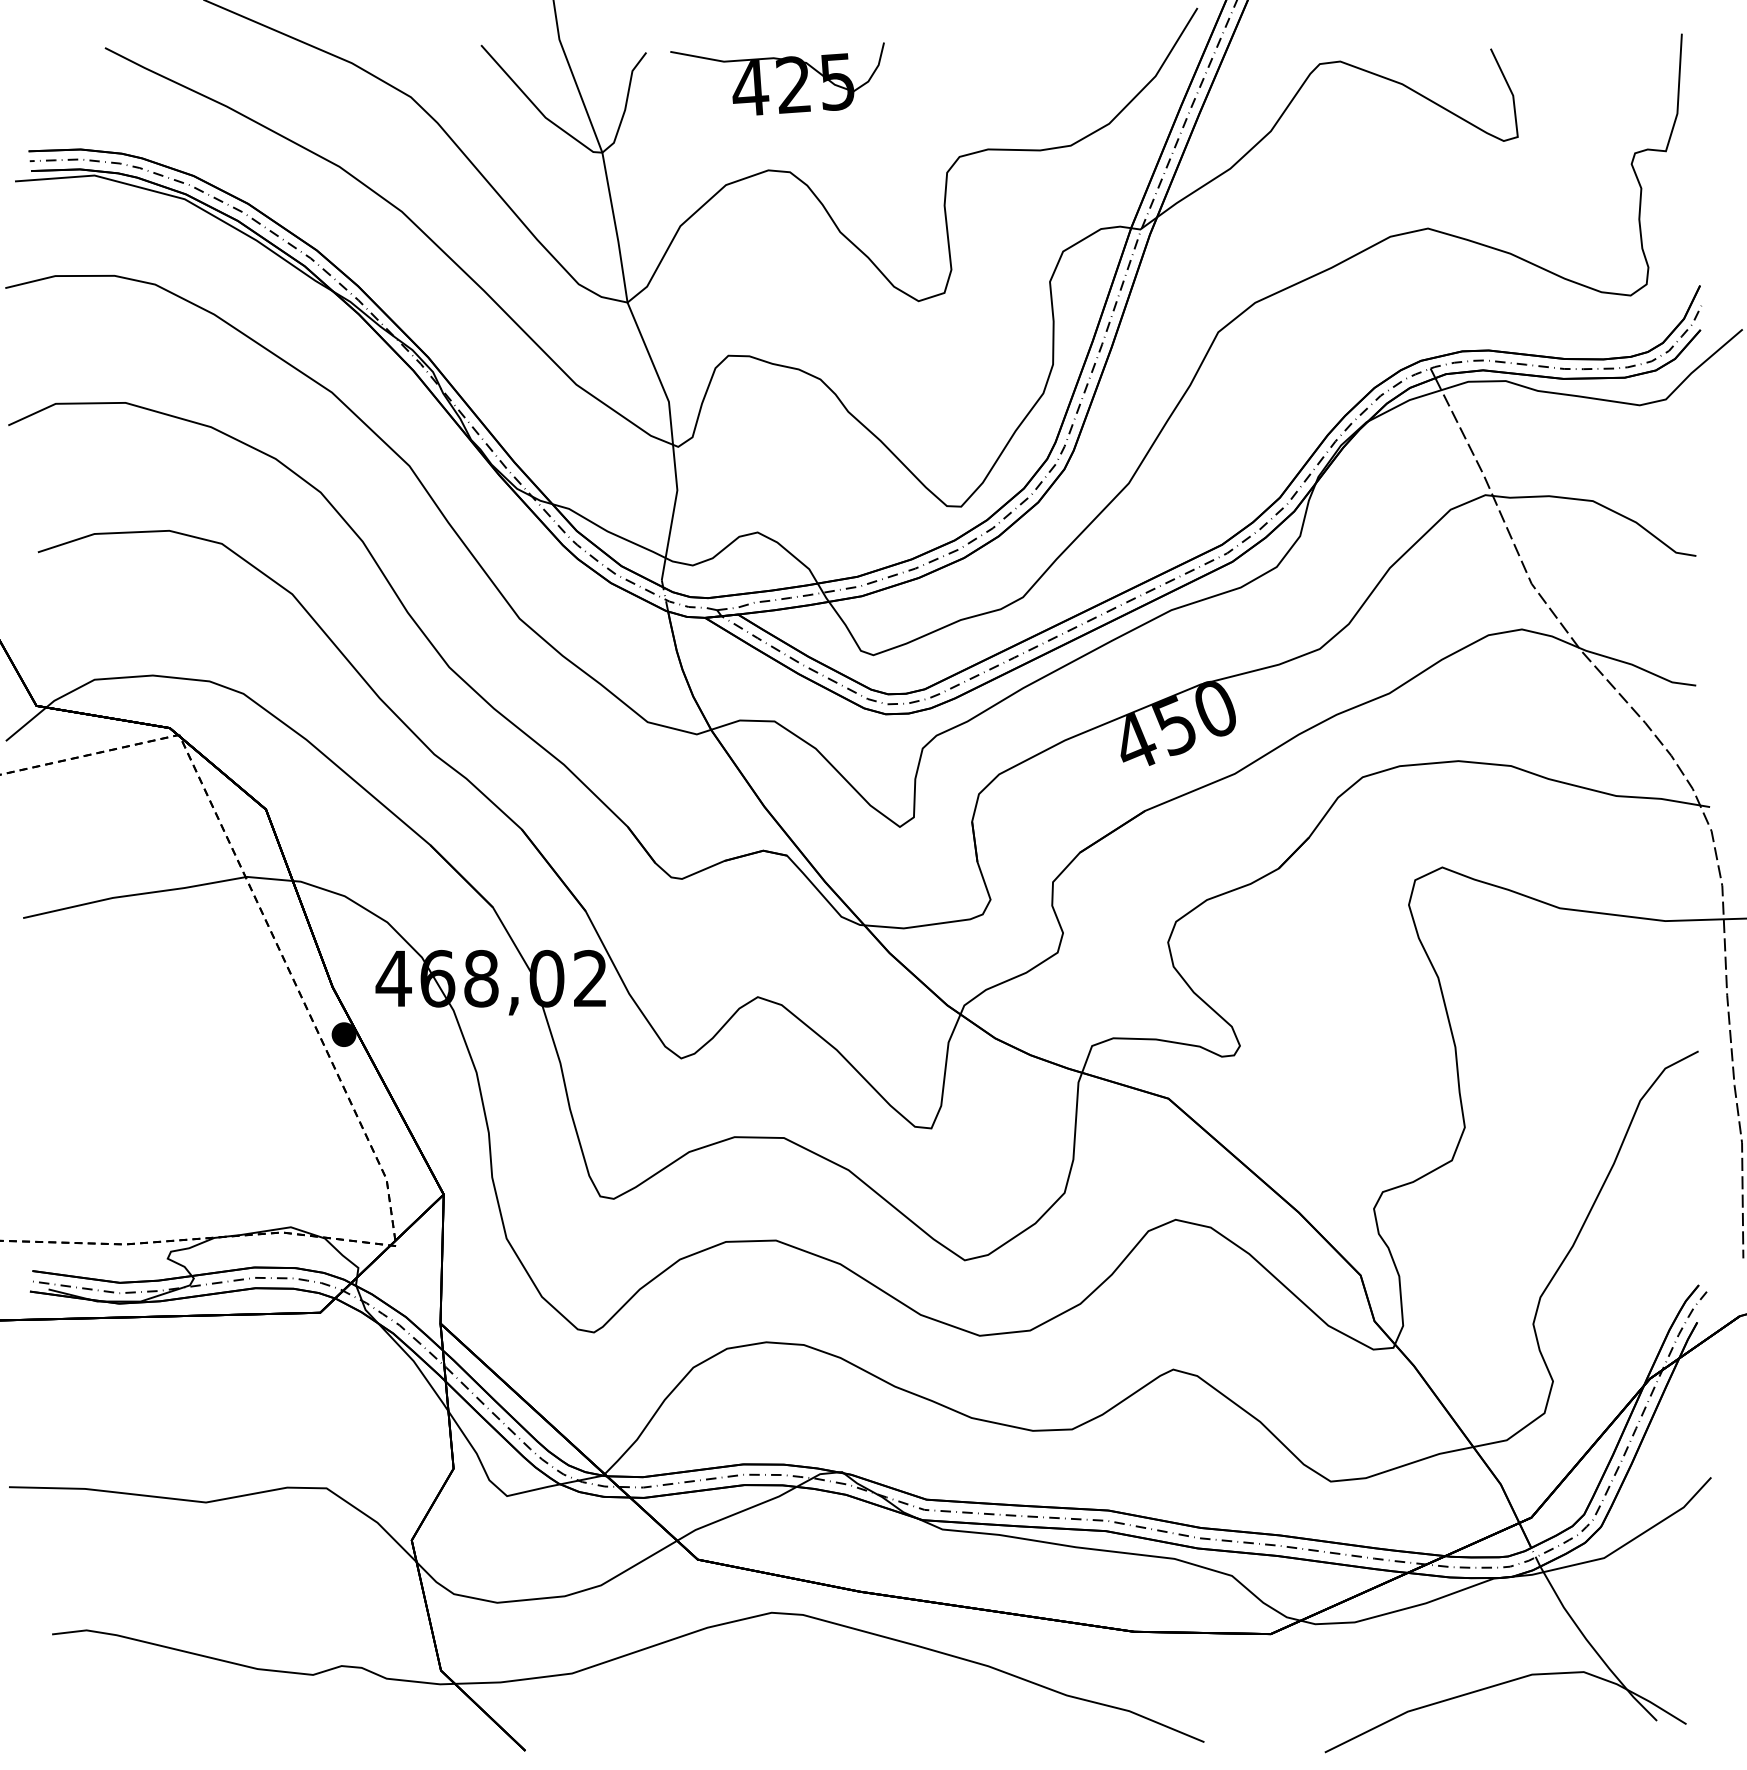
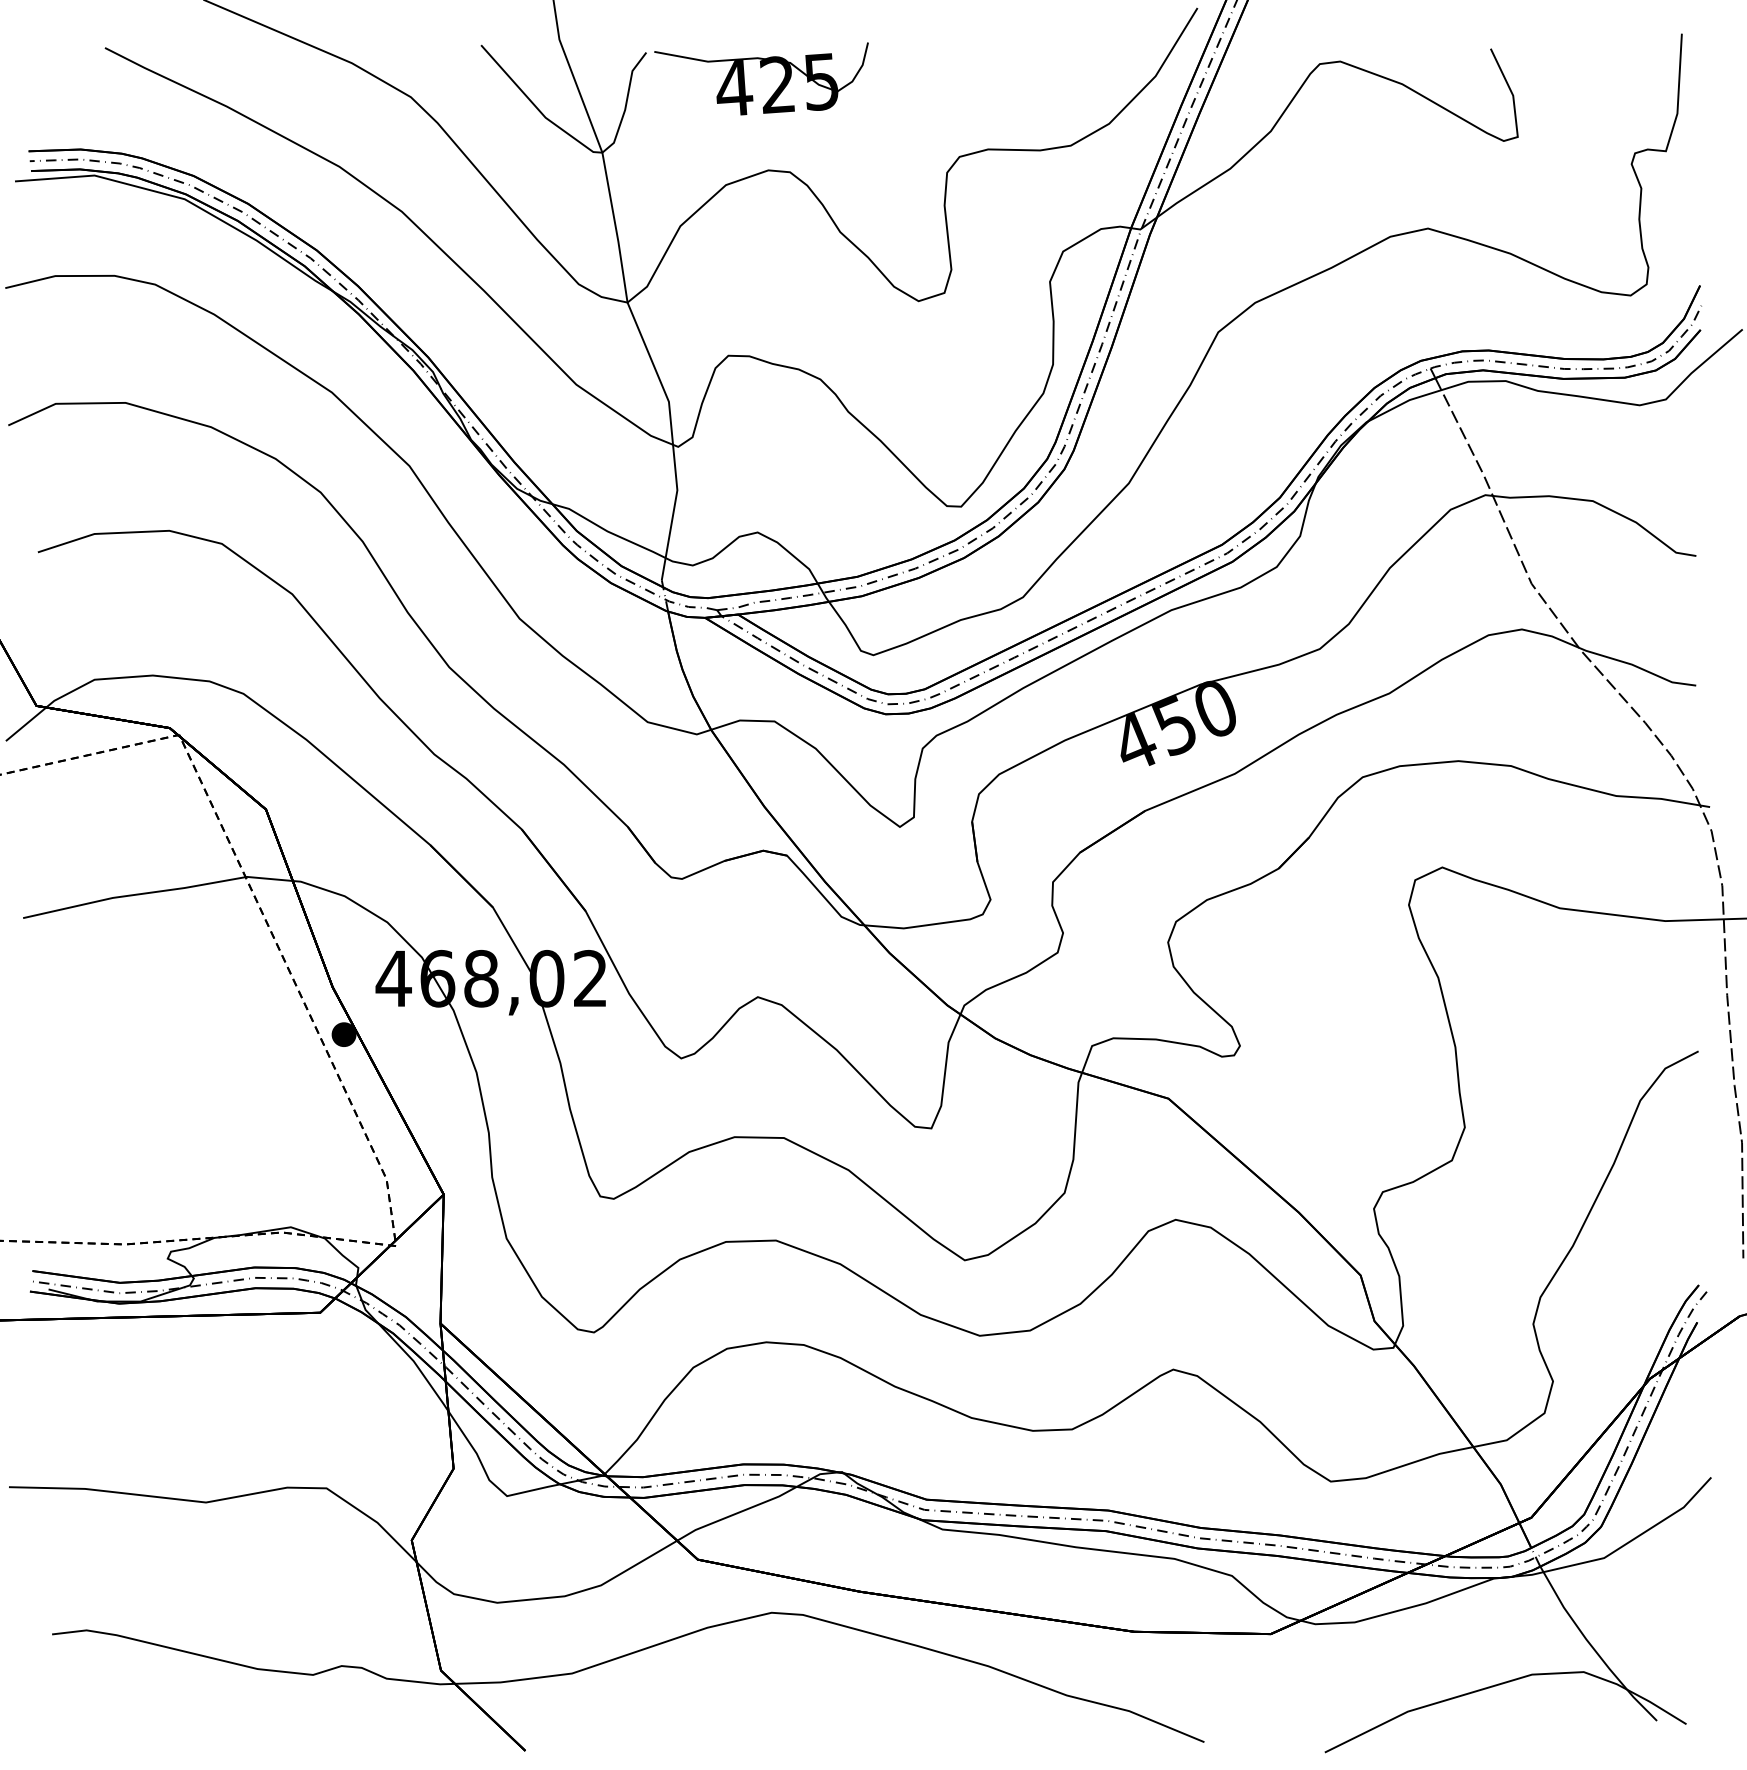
part at (776, 68) position: (776, 68) -> (760, 68)
